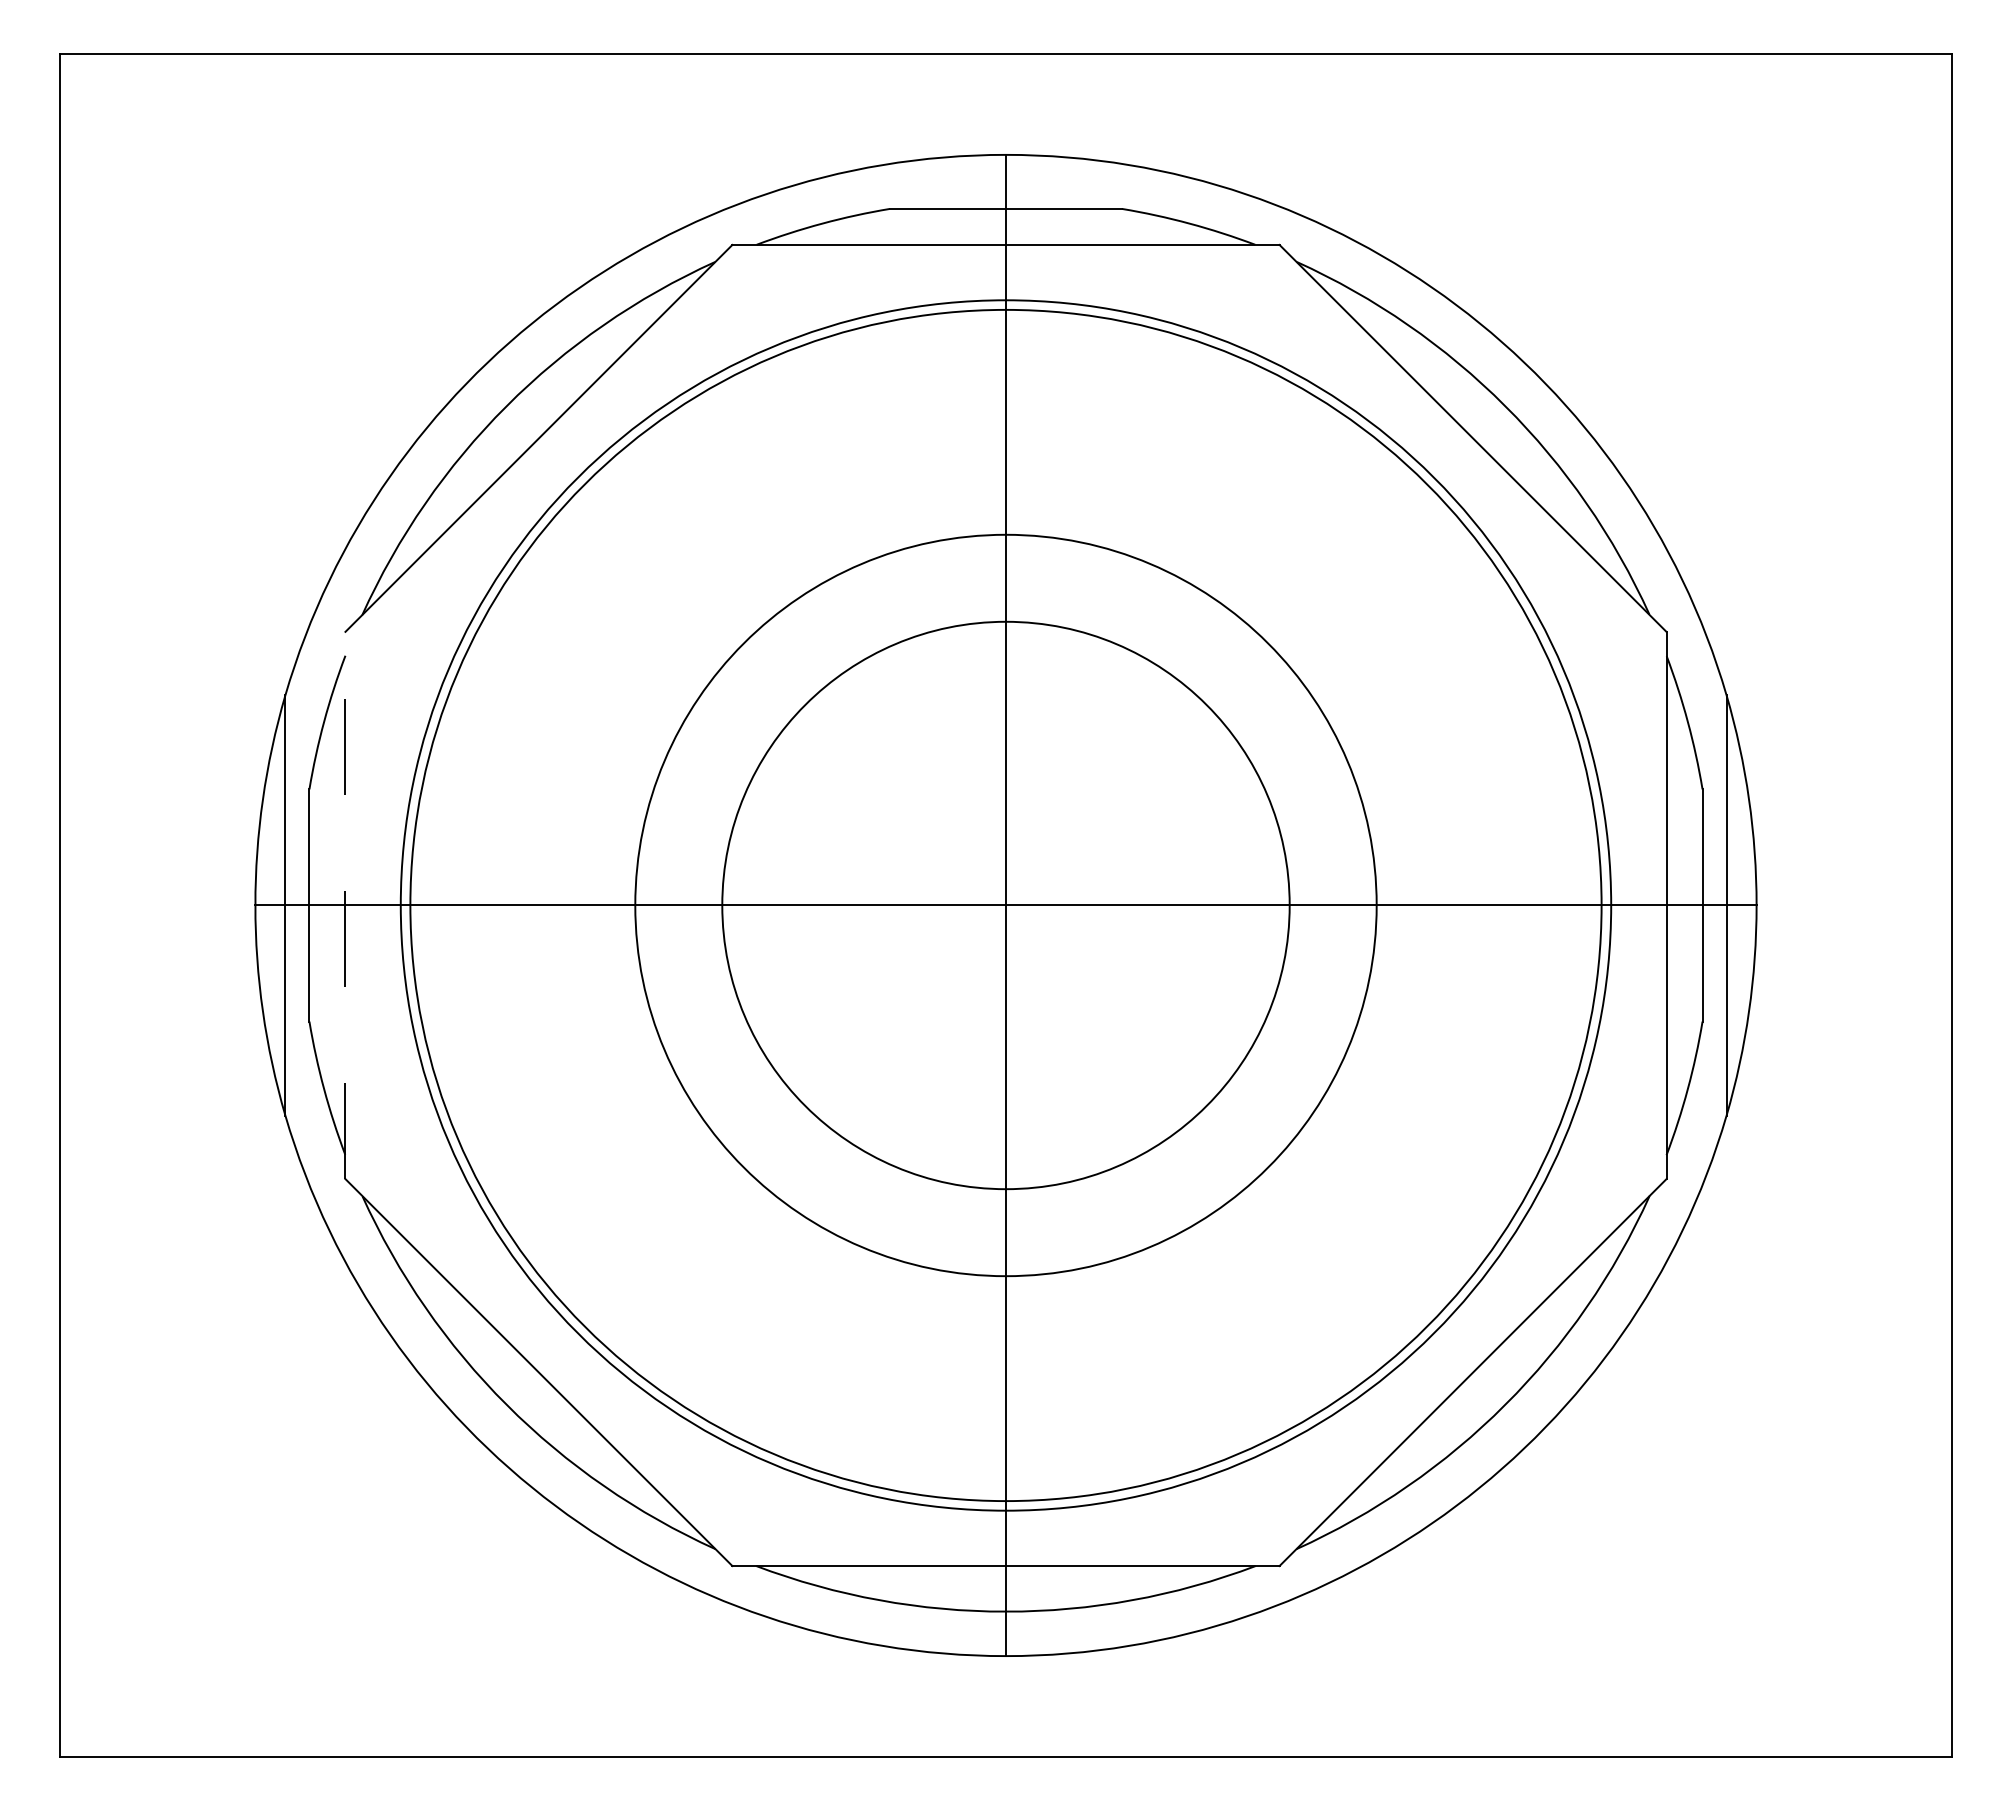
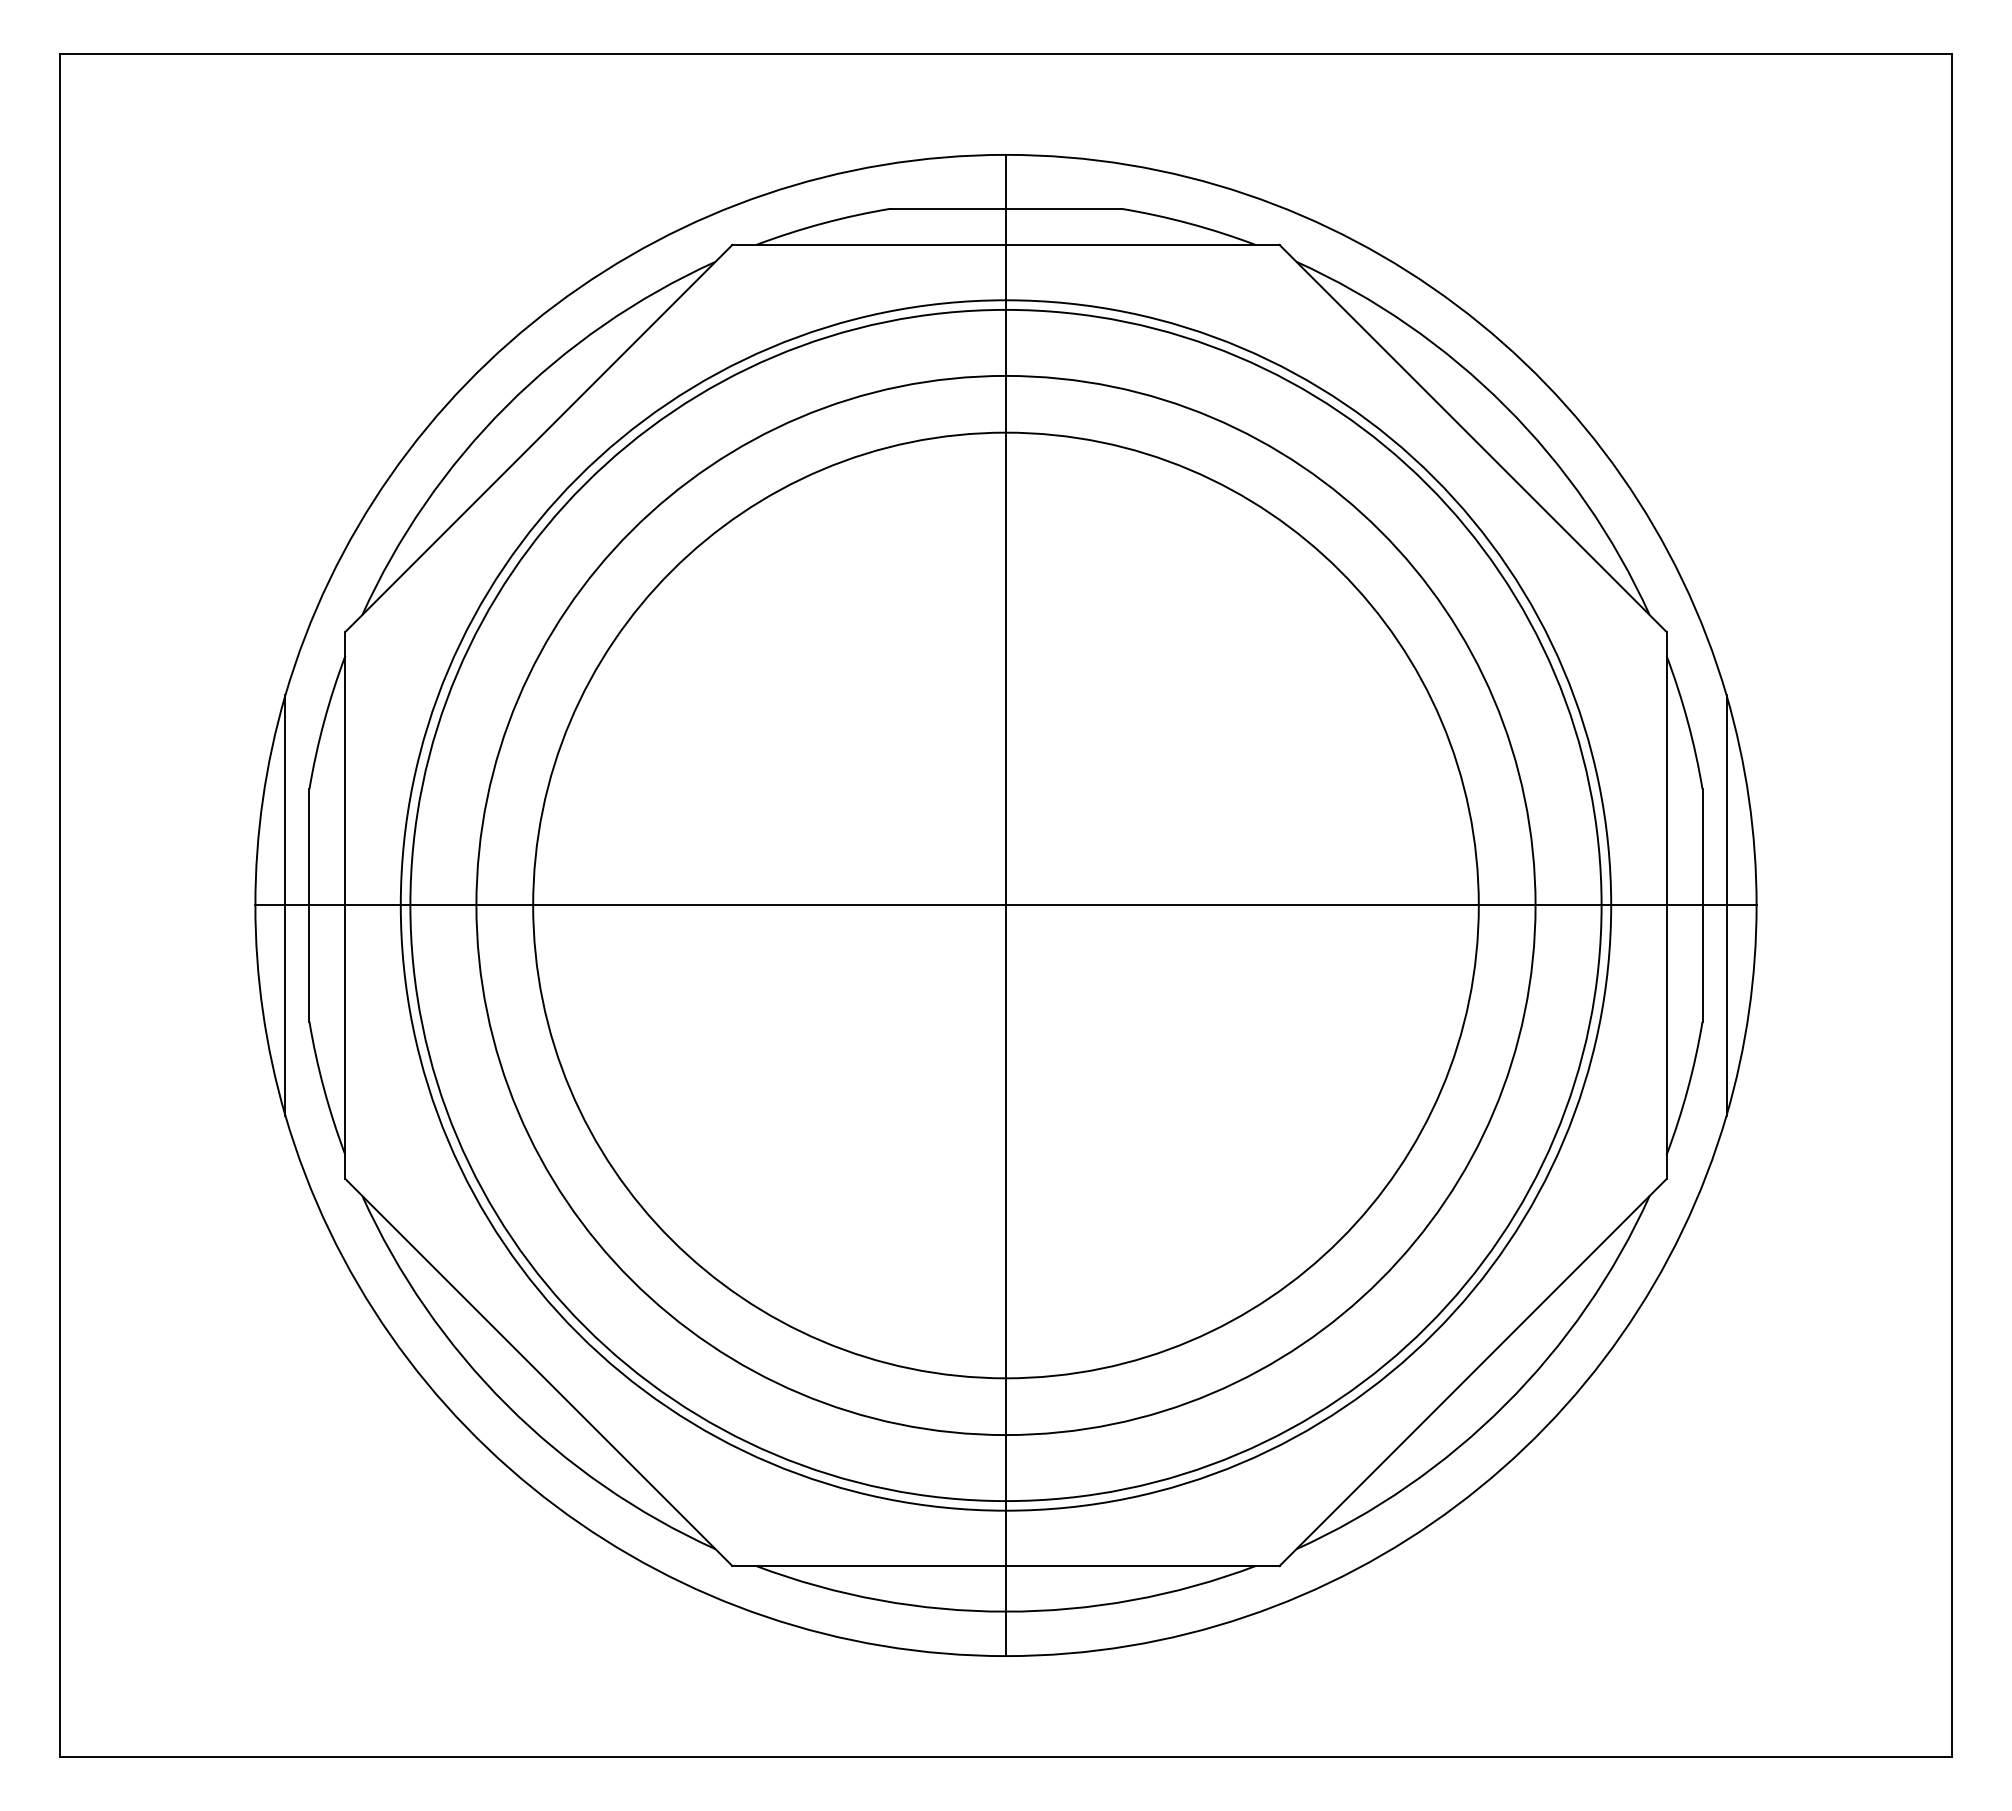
line at (345, 905): dashed -> solid
circle at (1005, 905) diameter: 567 px -> 946 px
circle at (1005, 905) diameter: 741 px -> 1059 px
